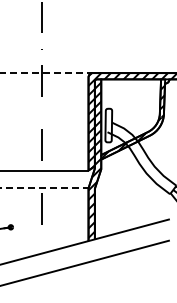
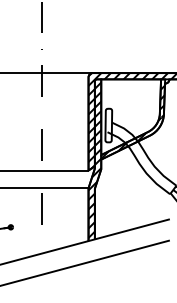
line at (47, 73): dashed -> solid
line at (44, 188): dashed -> solid
